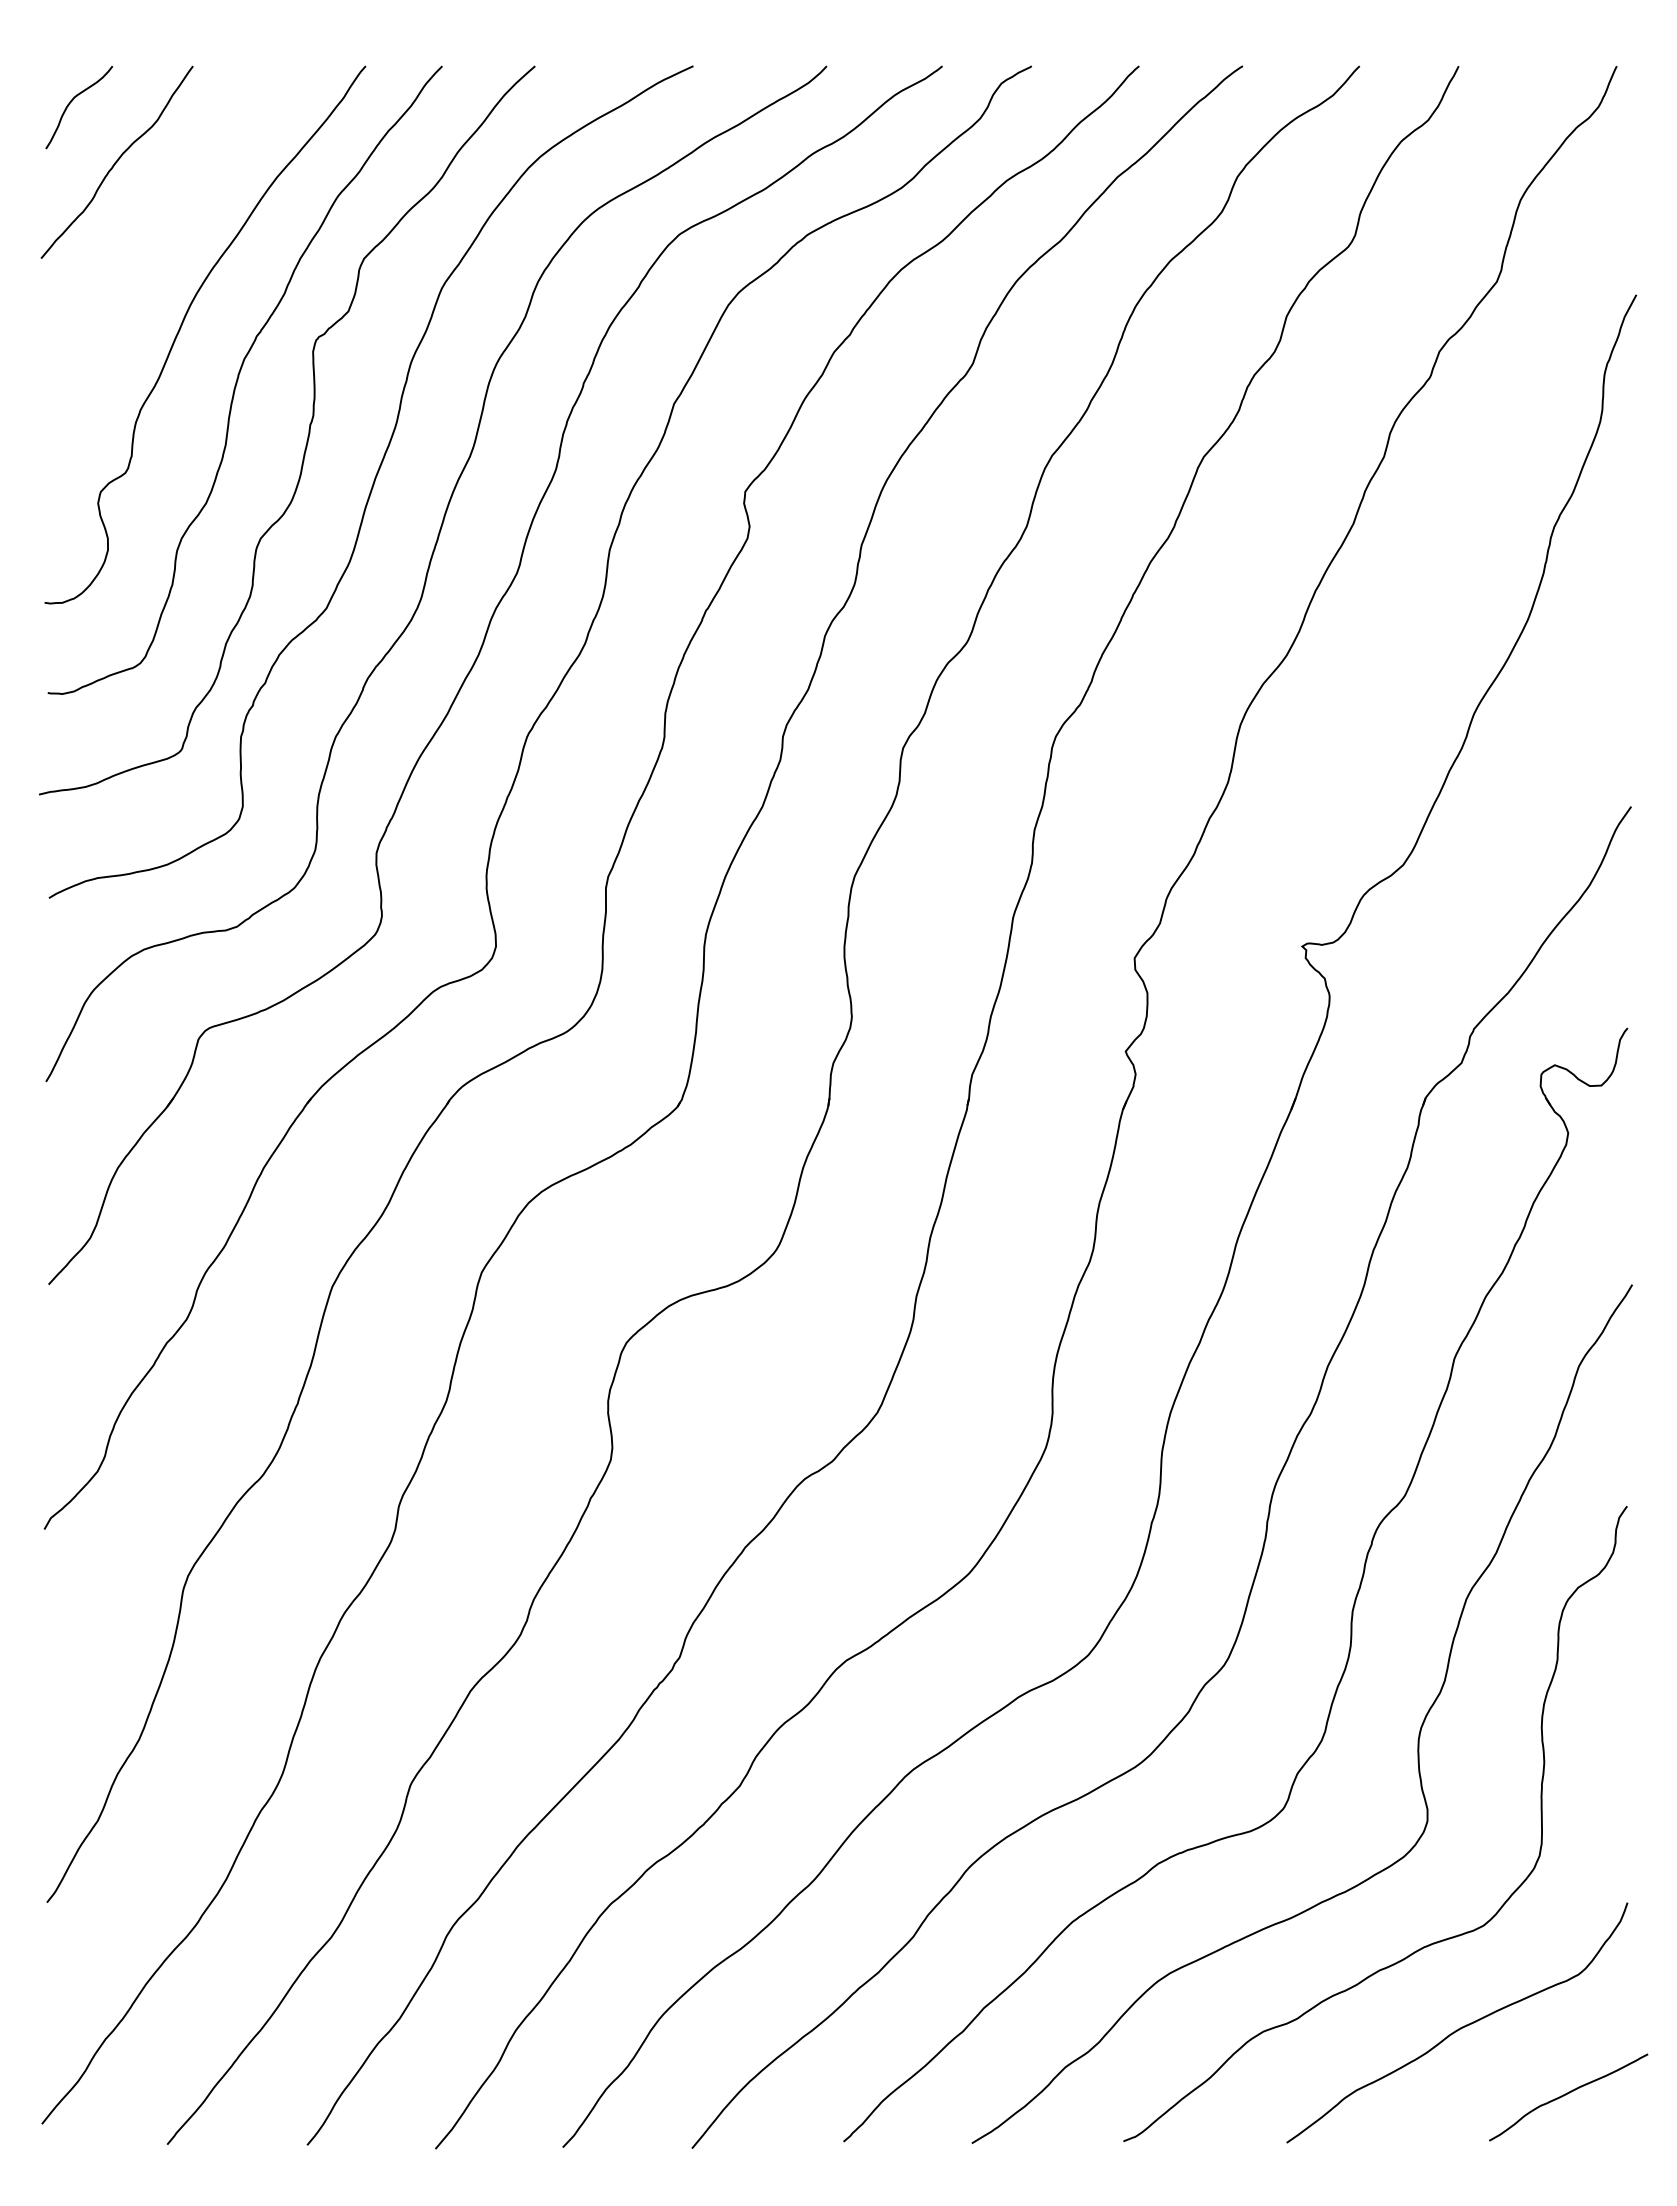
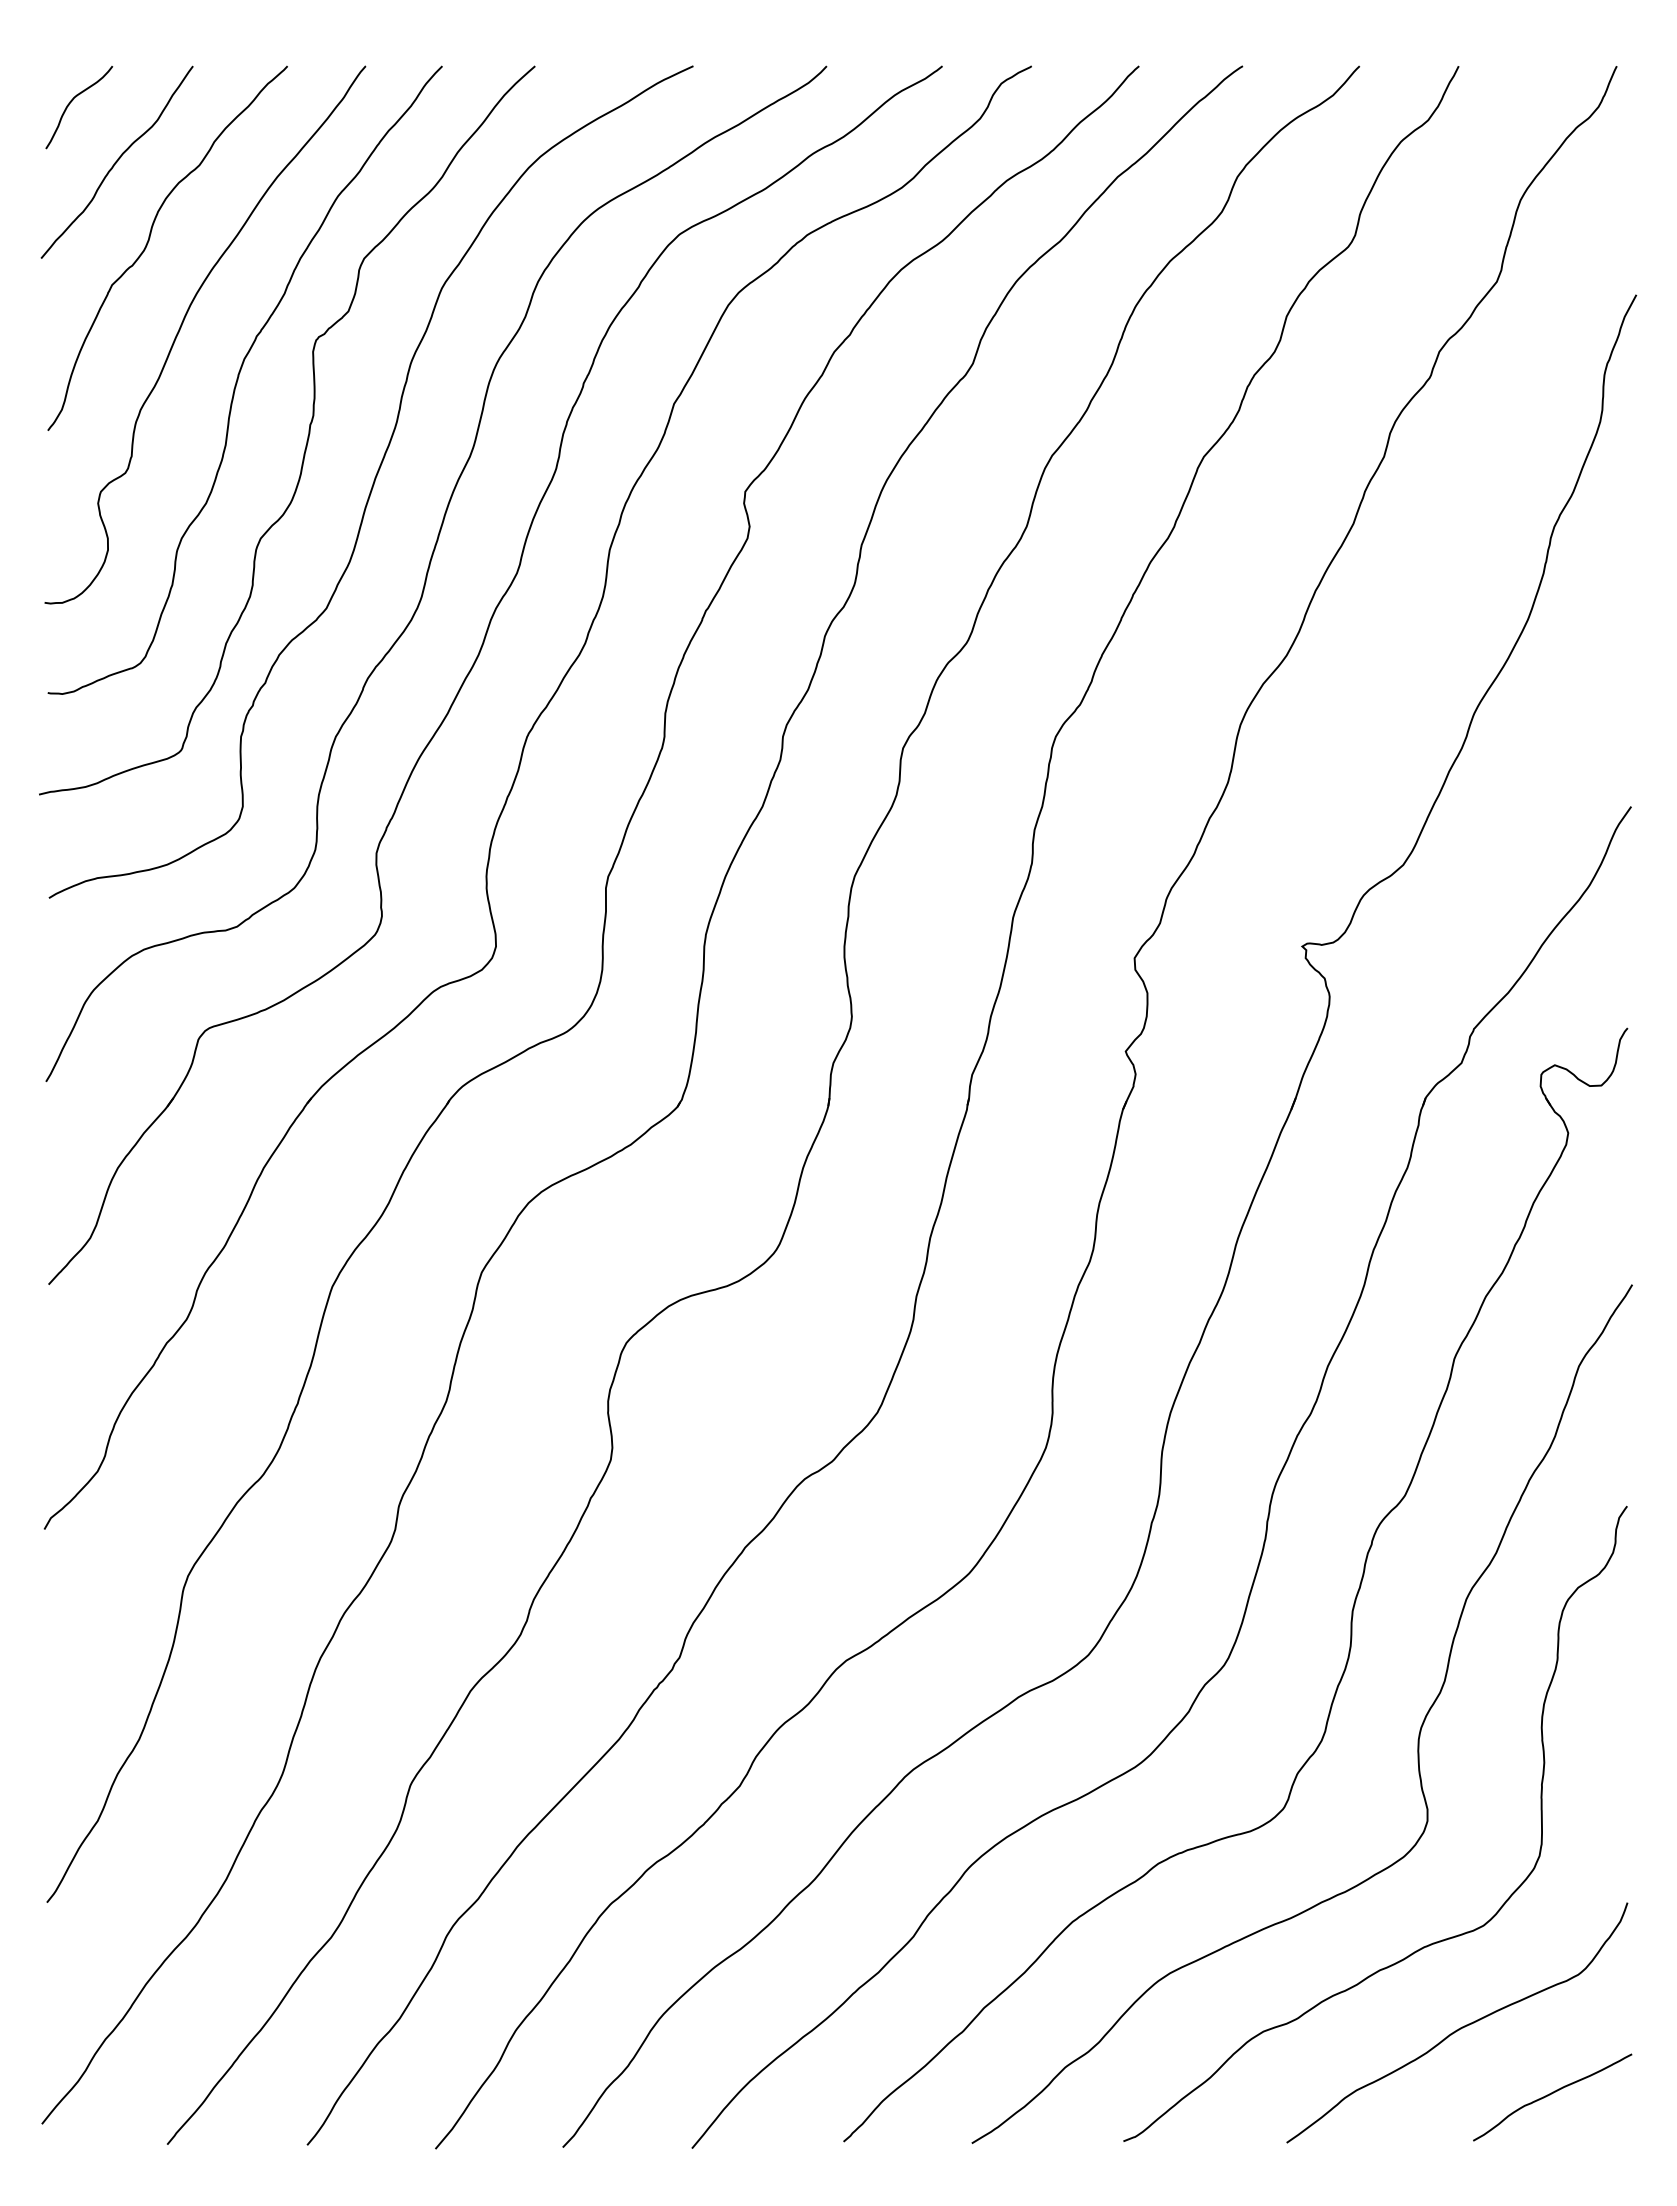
curve at (149, 241): none -> present
curve at (1566, 2095) position: (1566, 2095) -> (1550, 2095)
